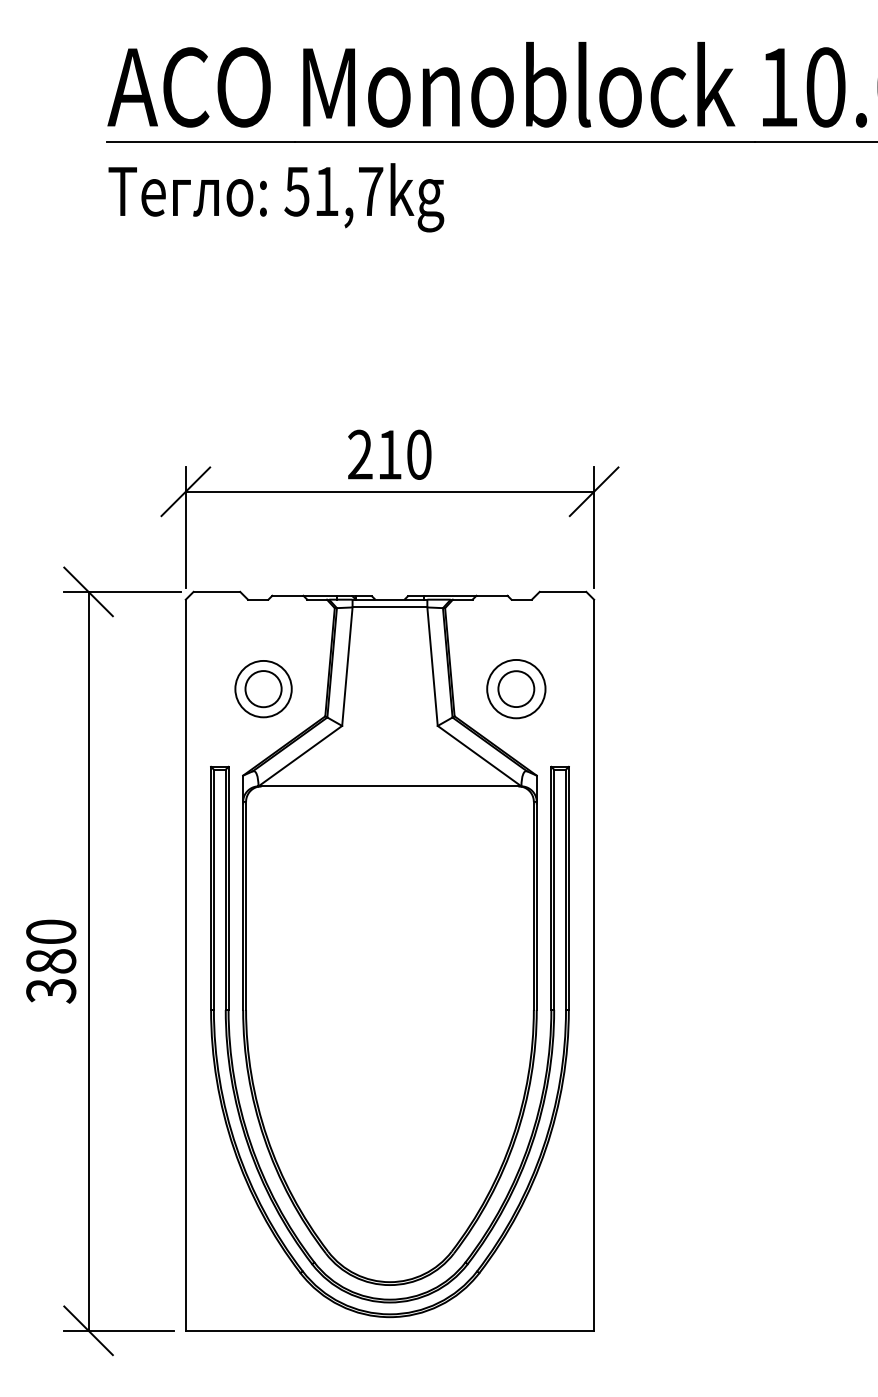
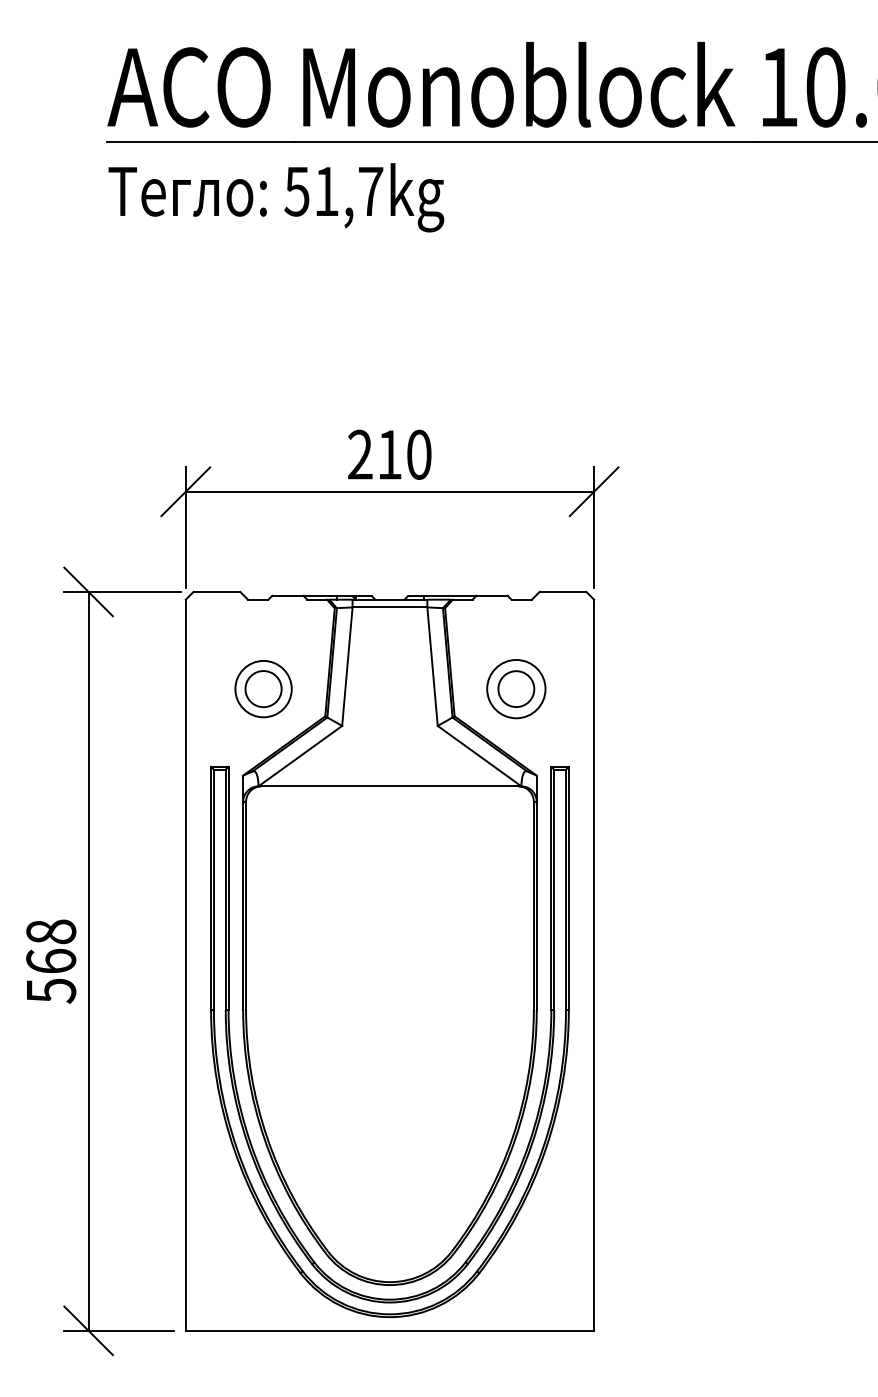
text at (51, 961): 380 -> 568
